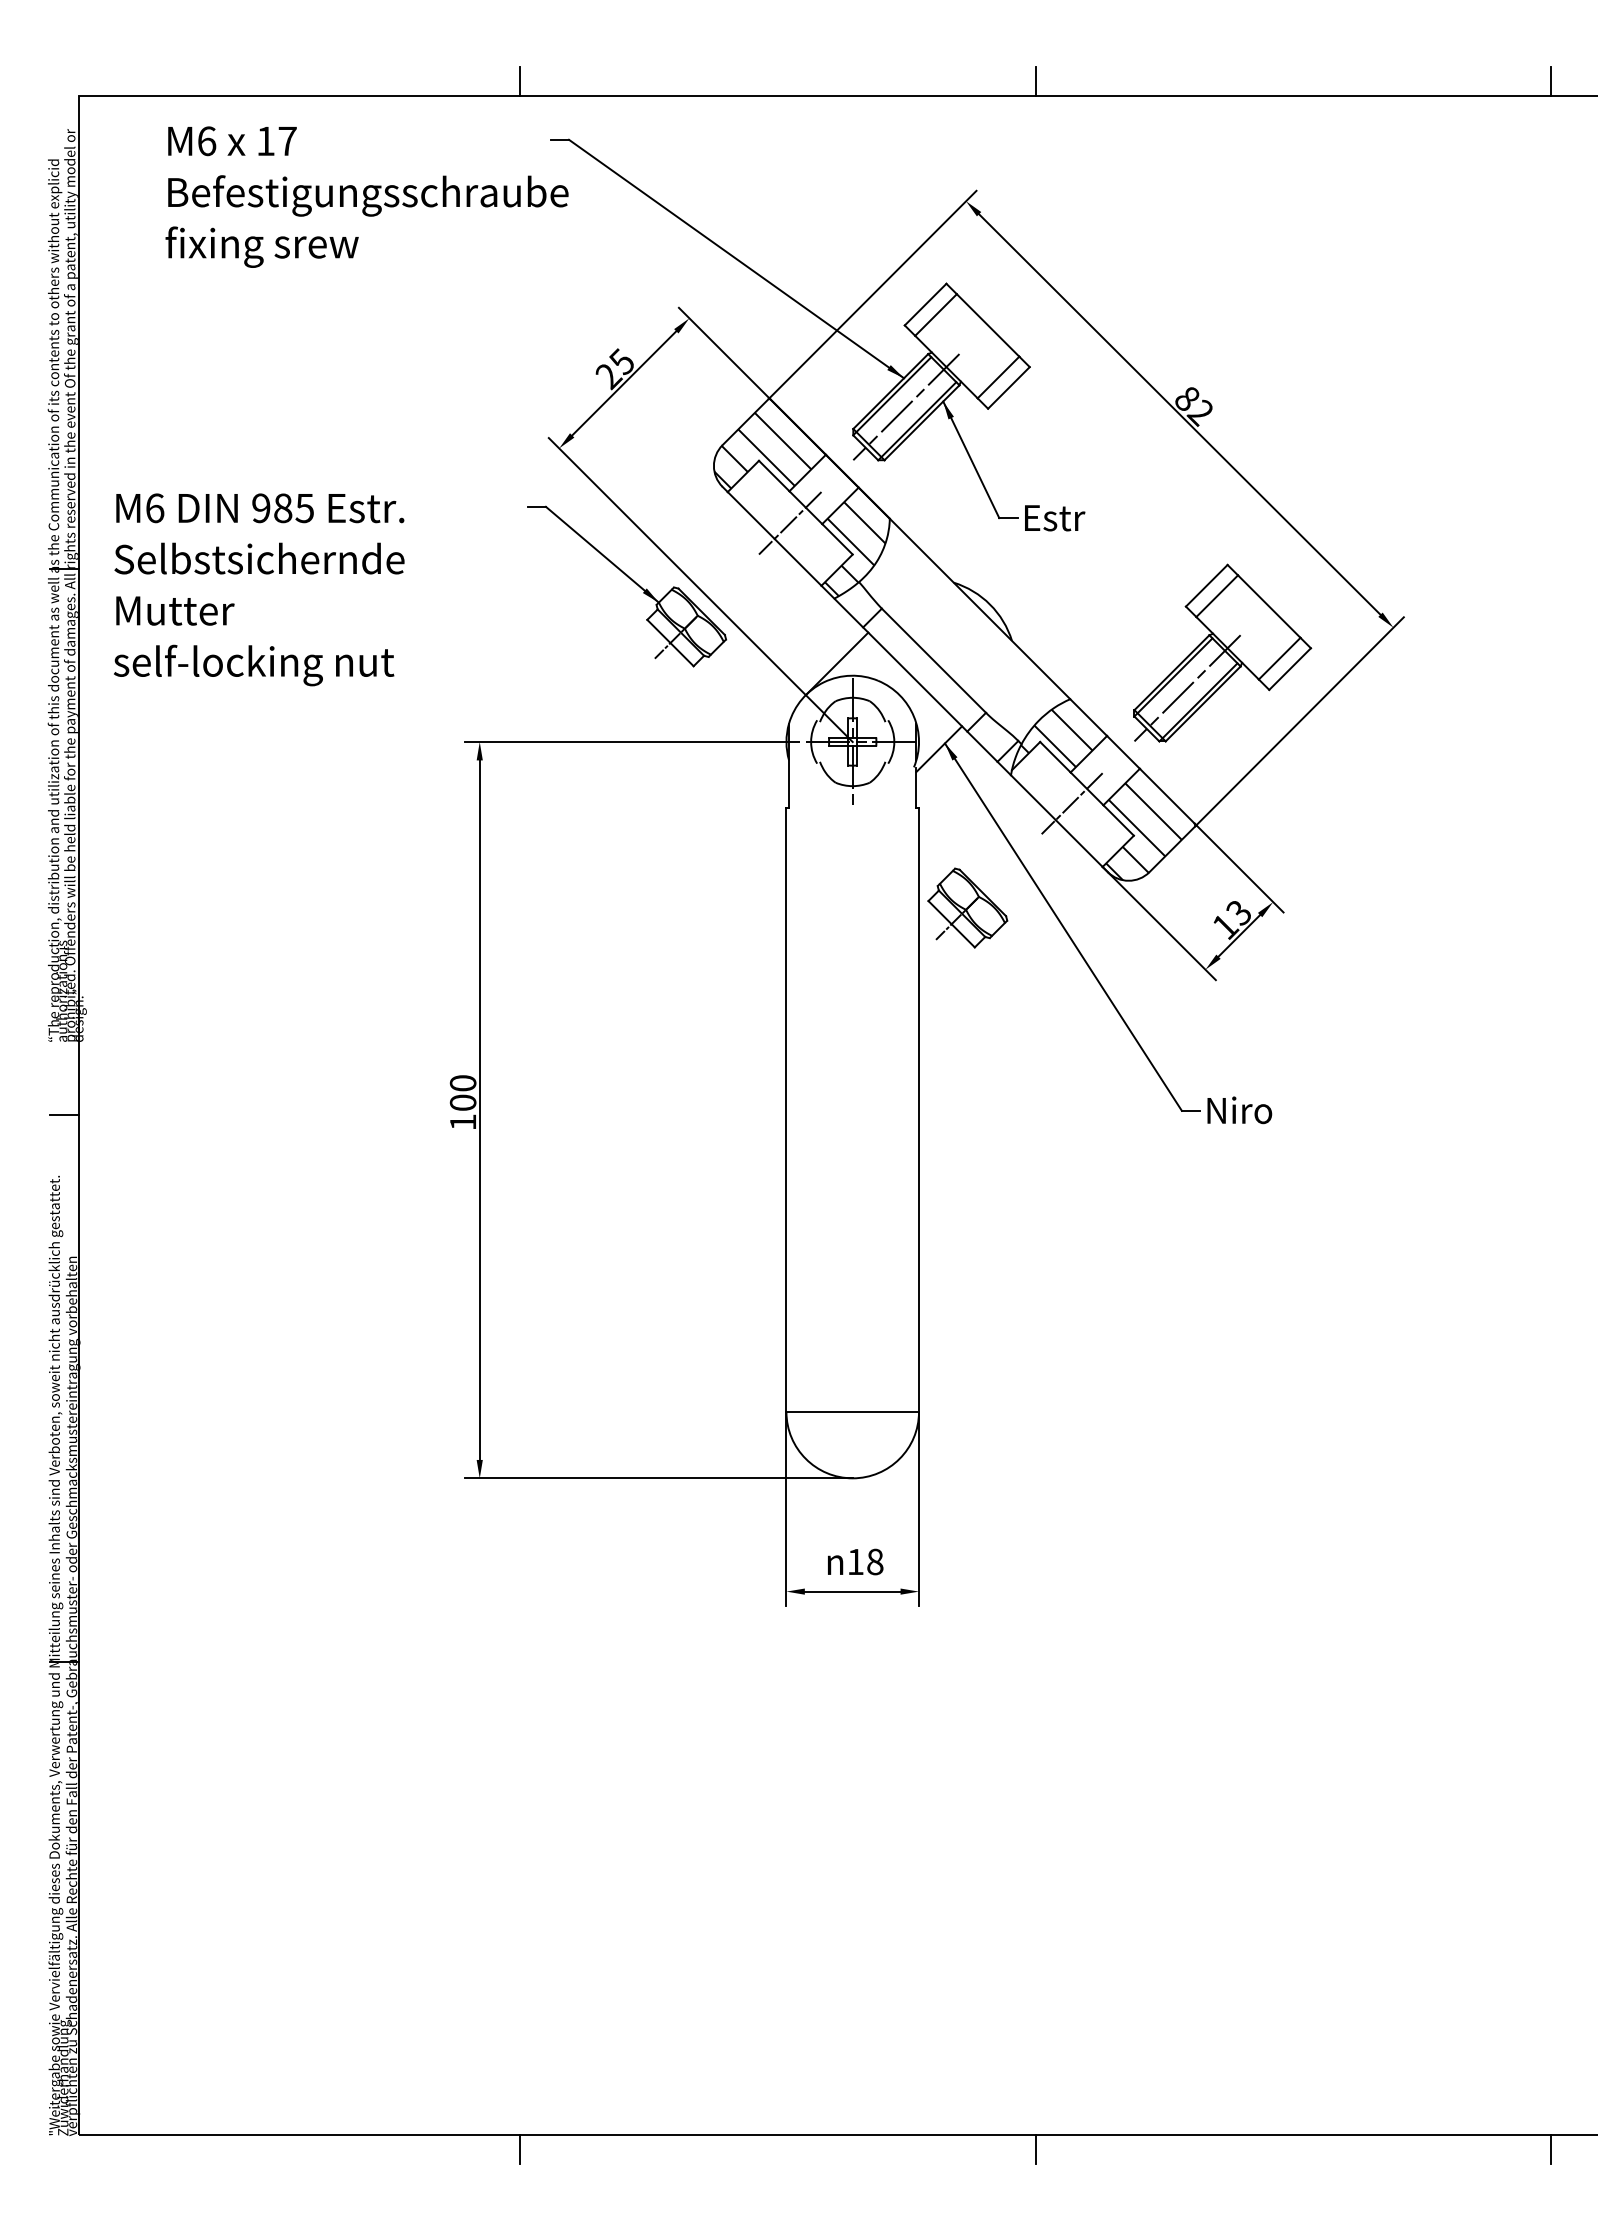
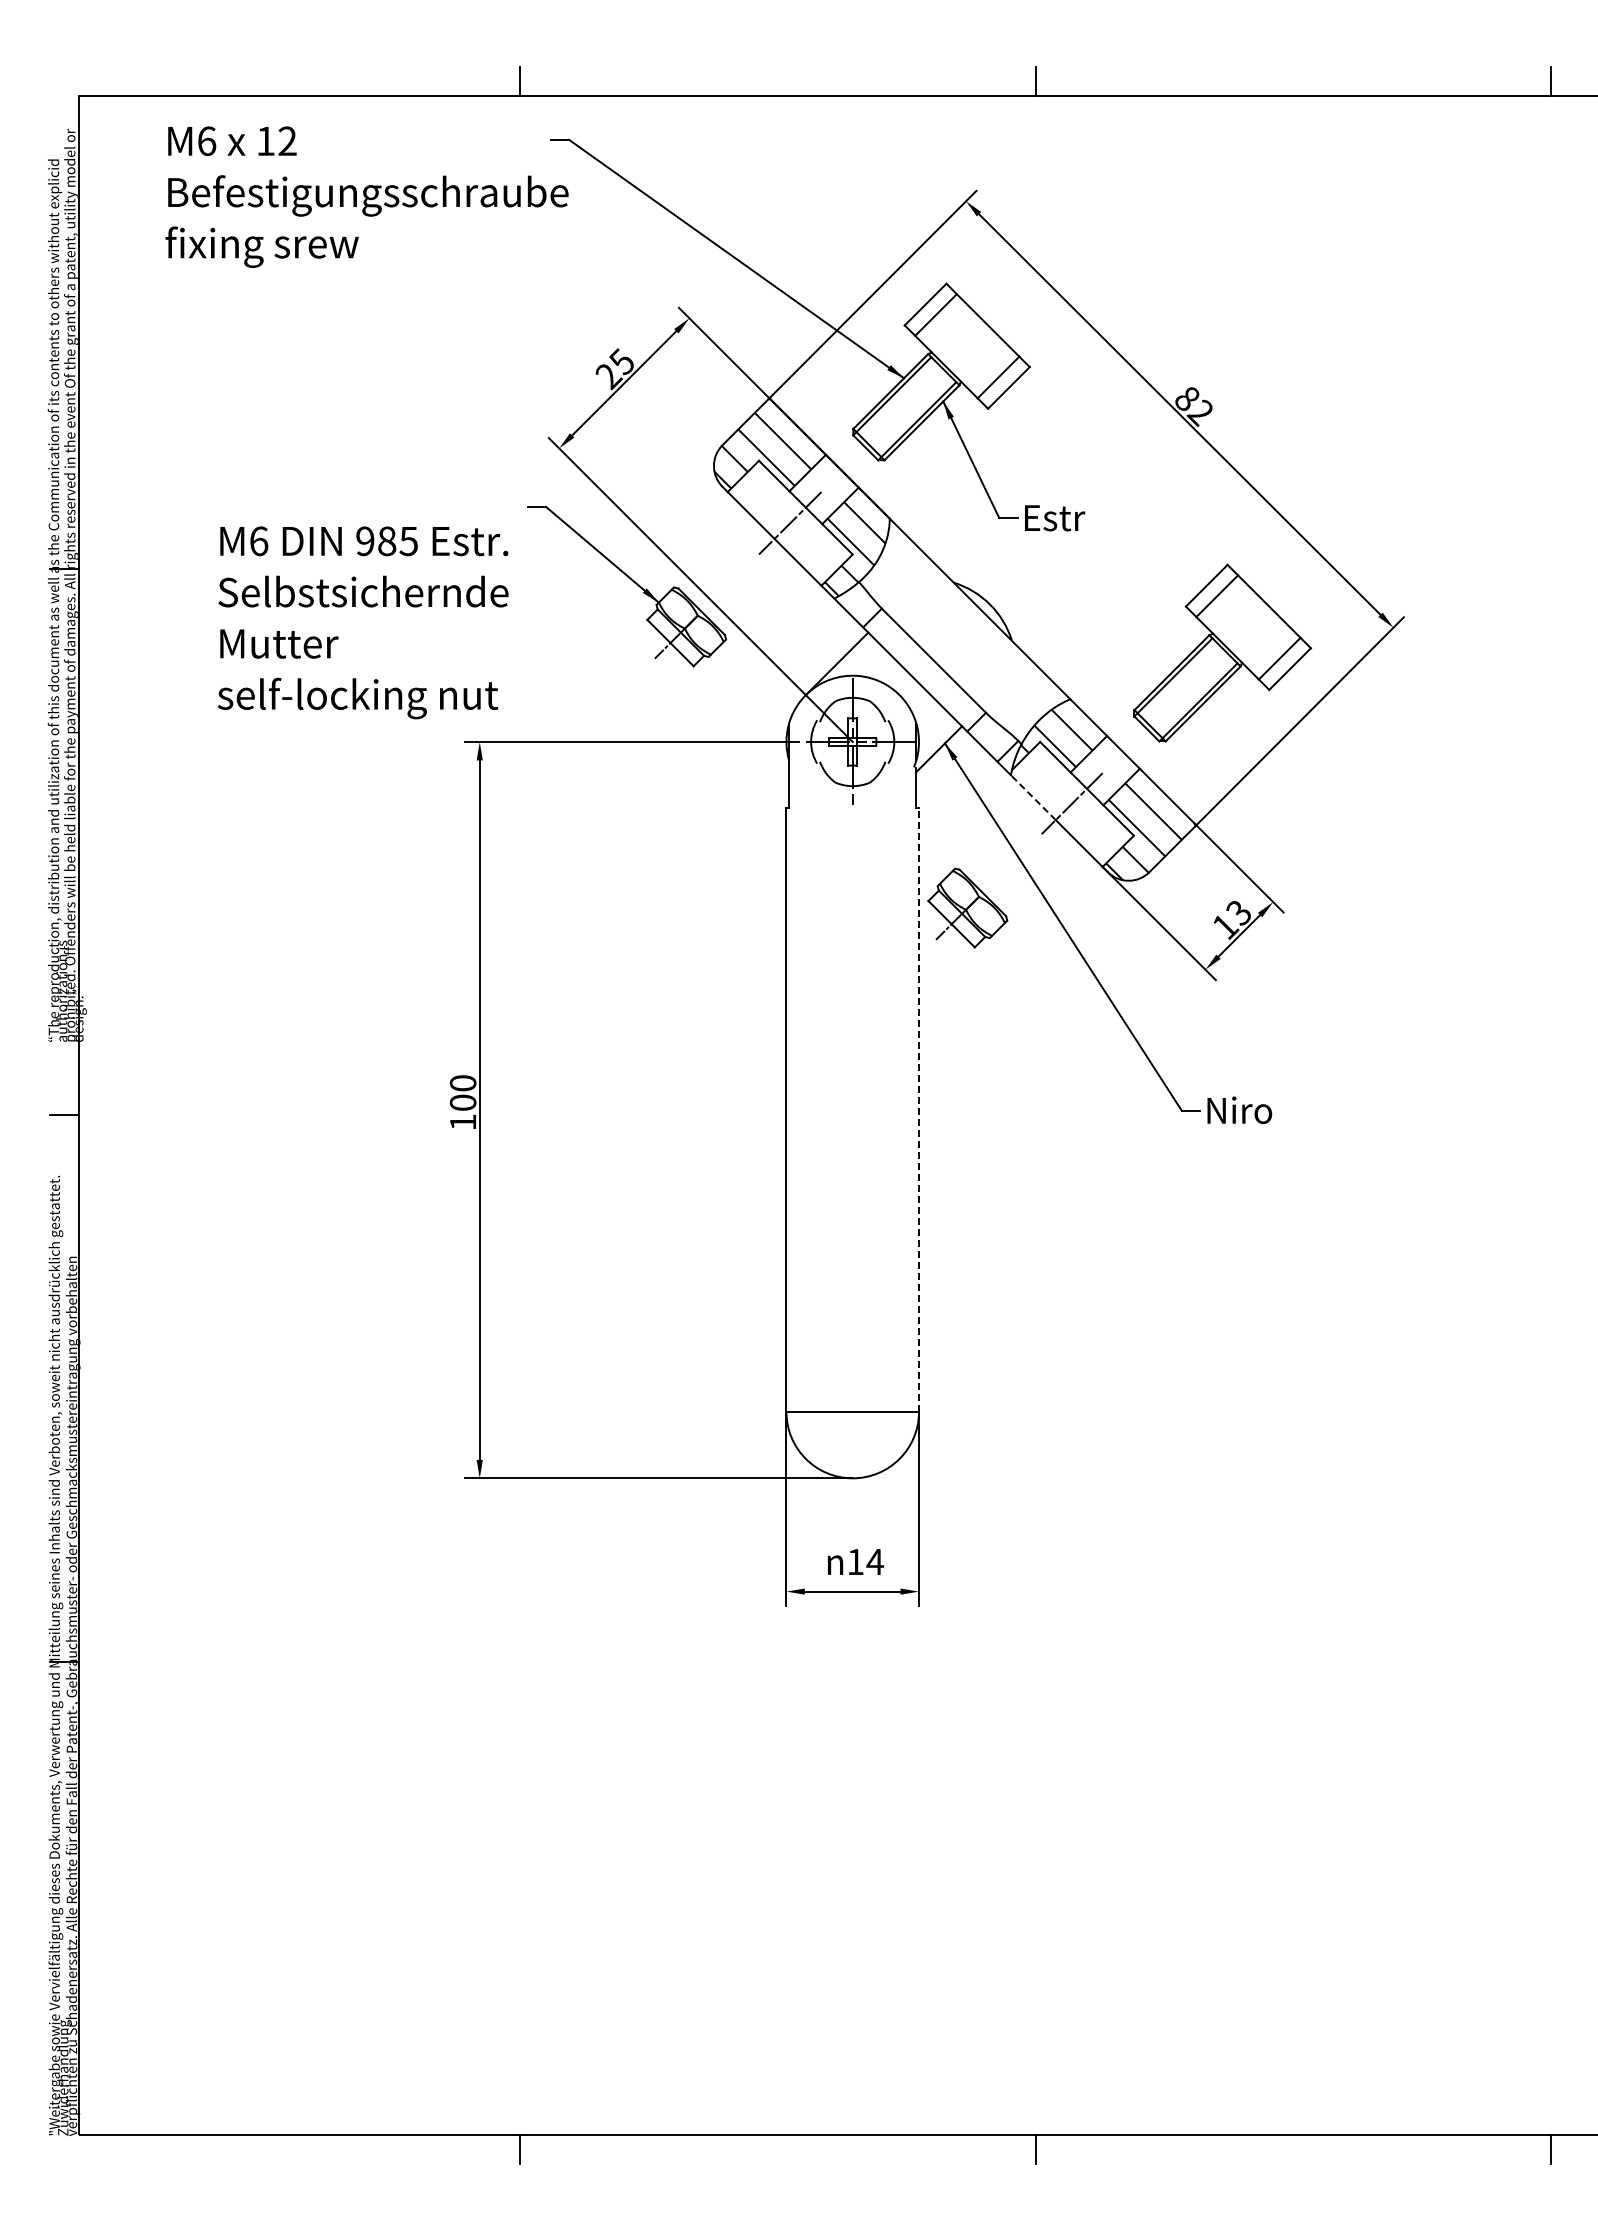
text at (287, 140): 17 -> 12
line at (906, 407): present -> none
text at (259, 589) position: (259, 589) -> (363, 622)
line at (1187, 688): present -> none
line at (1033, 797): solid -> dashed
line at (919, 1110): solid -> dashed
text at (874, 1561): 18 -> 14
